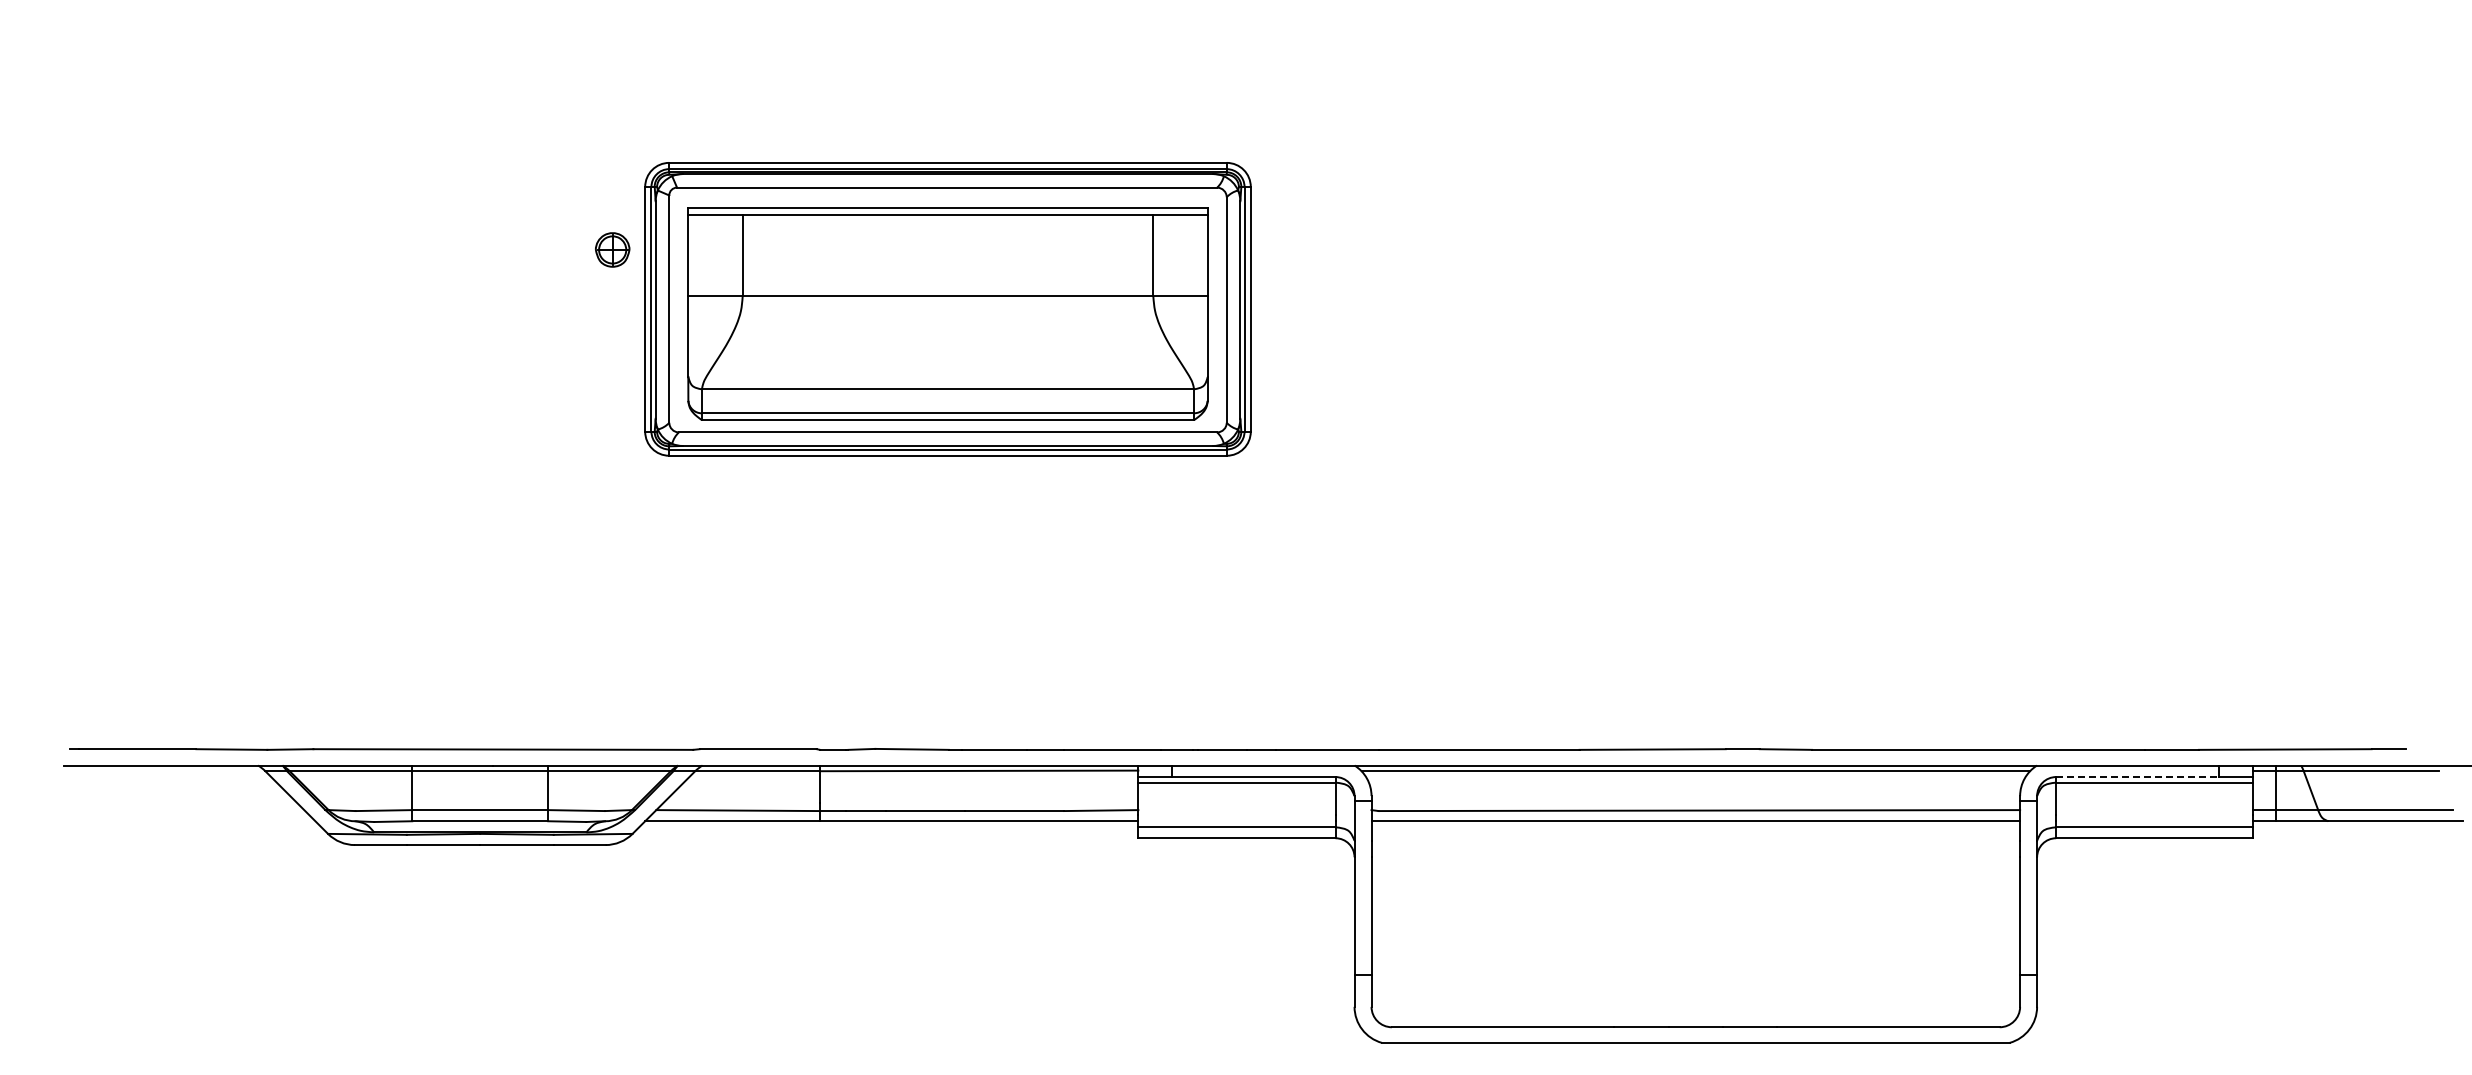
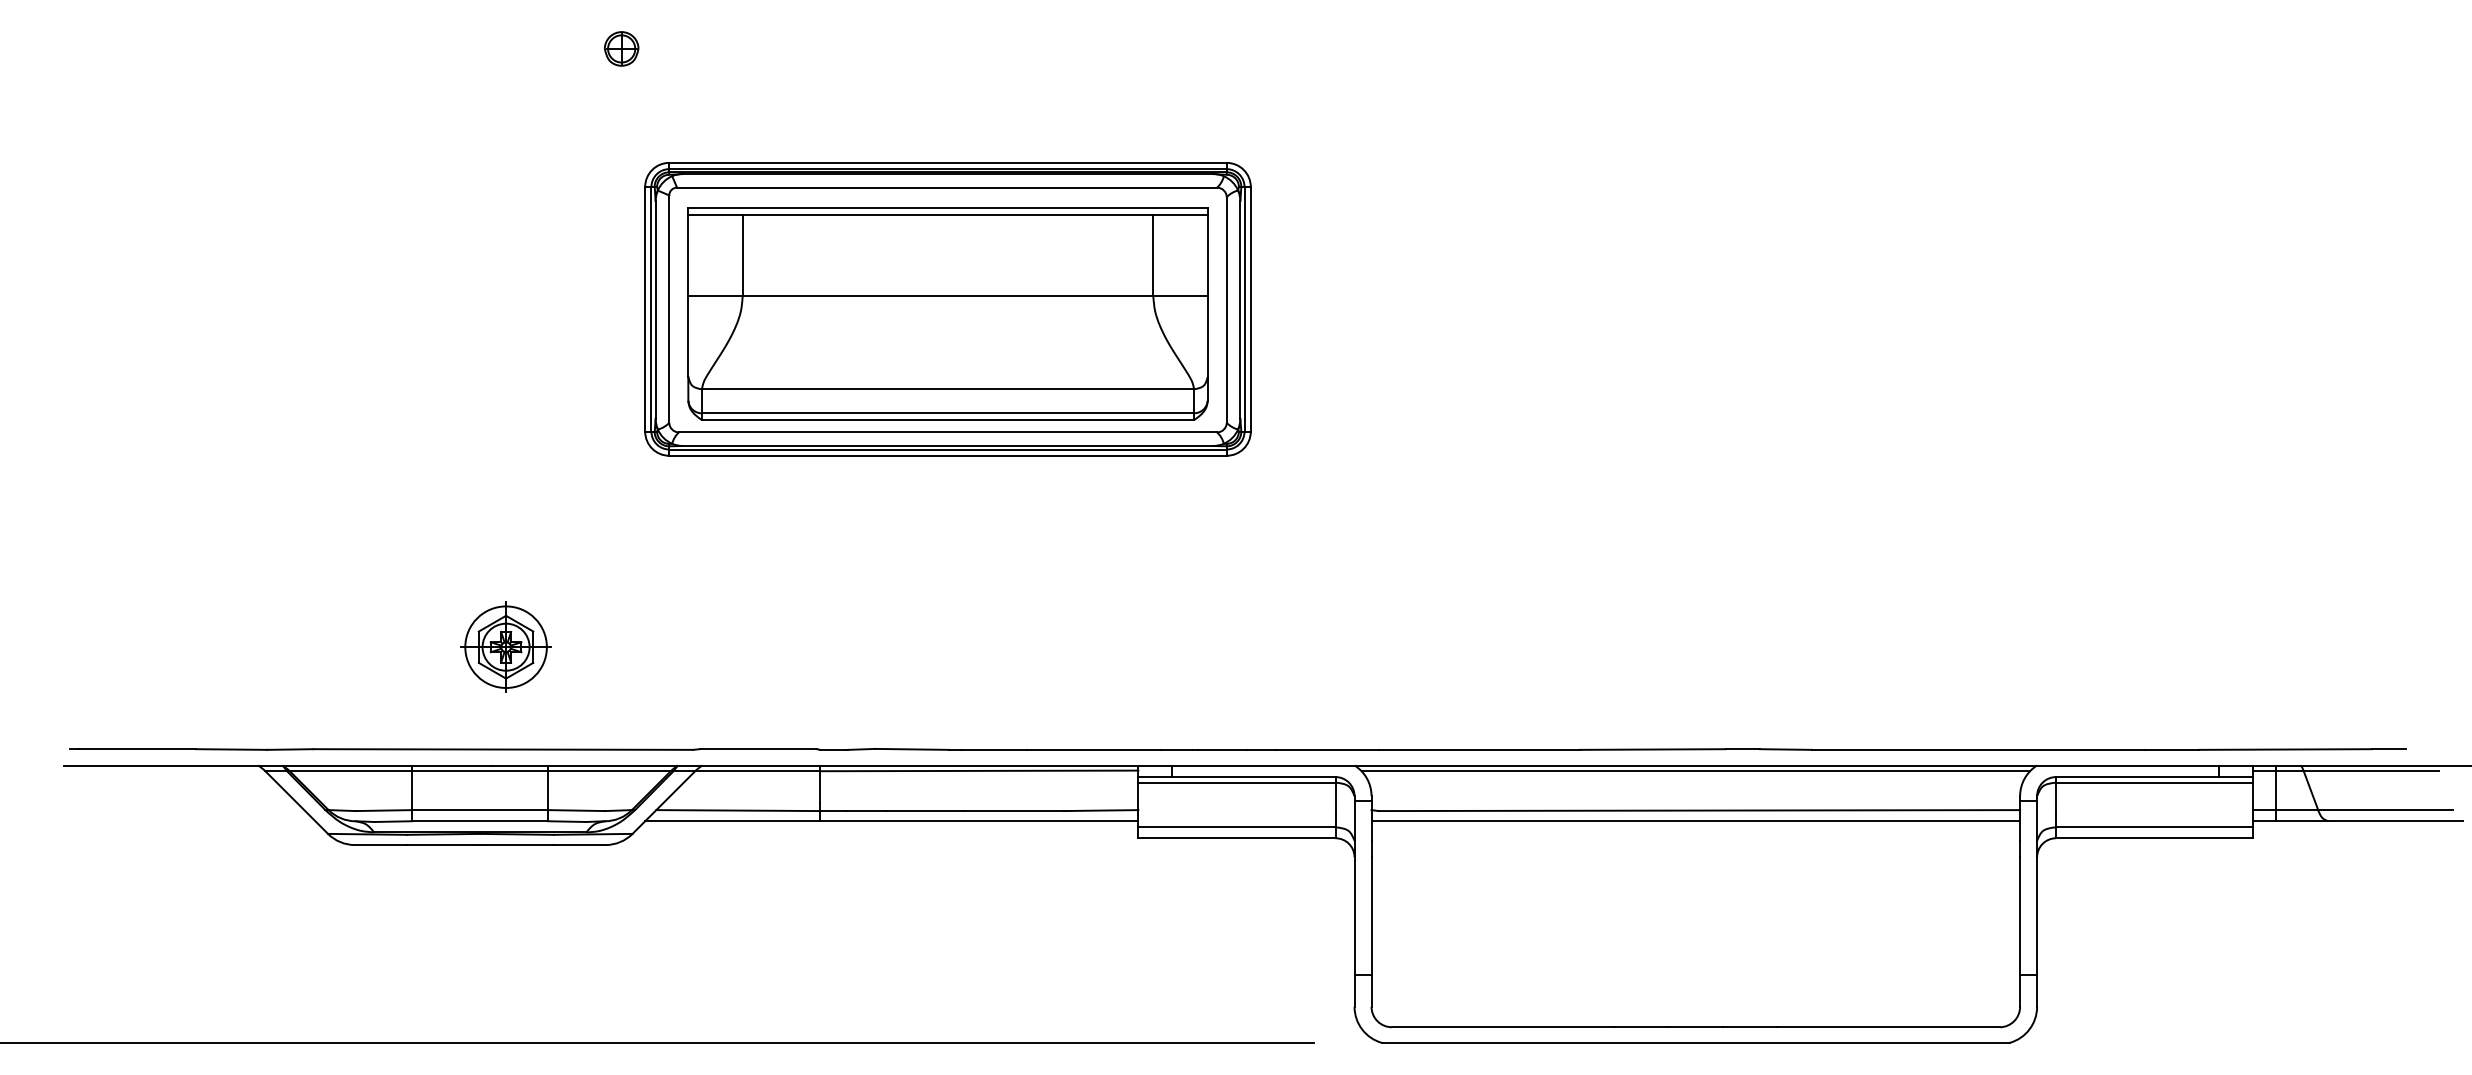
part at (612, 249) position: (612, 249) -> (621, 48)
part at (505, 646): none -> present
line at (2137, 777): dashed -> solid
line at (657, 1042): none -> present
